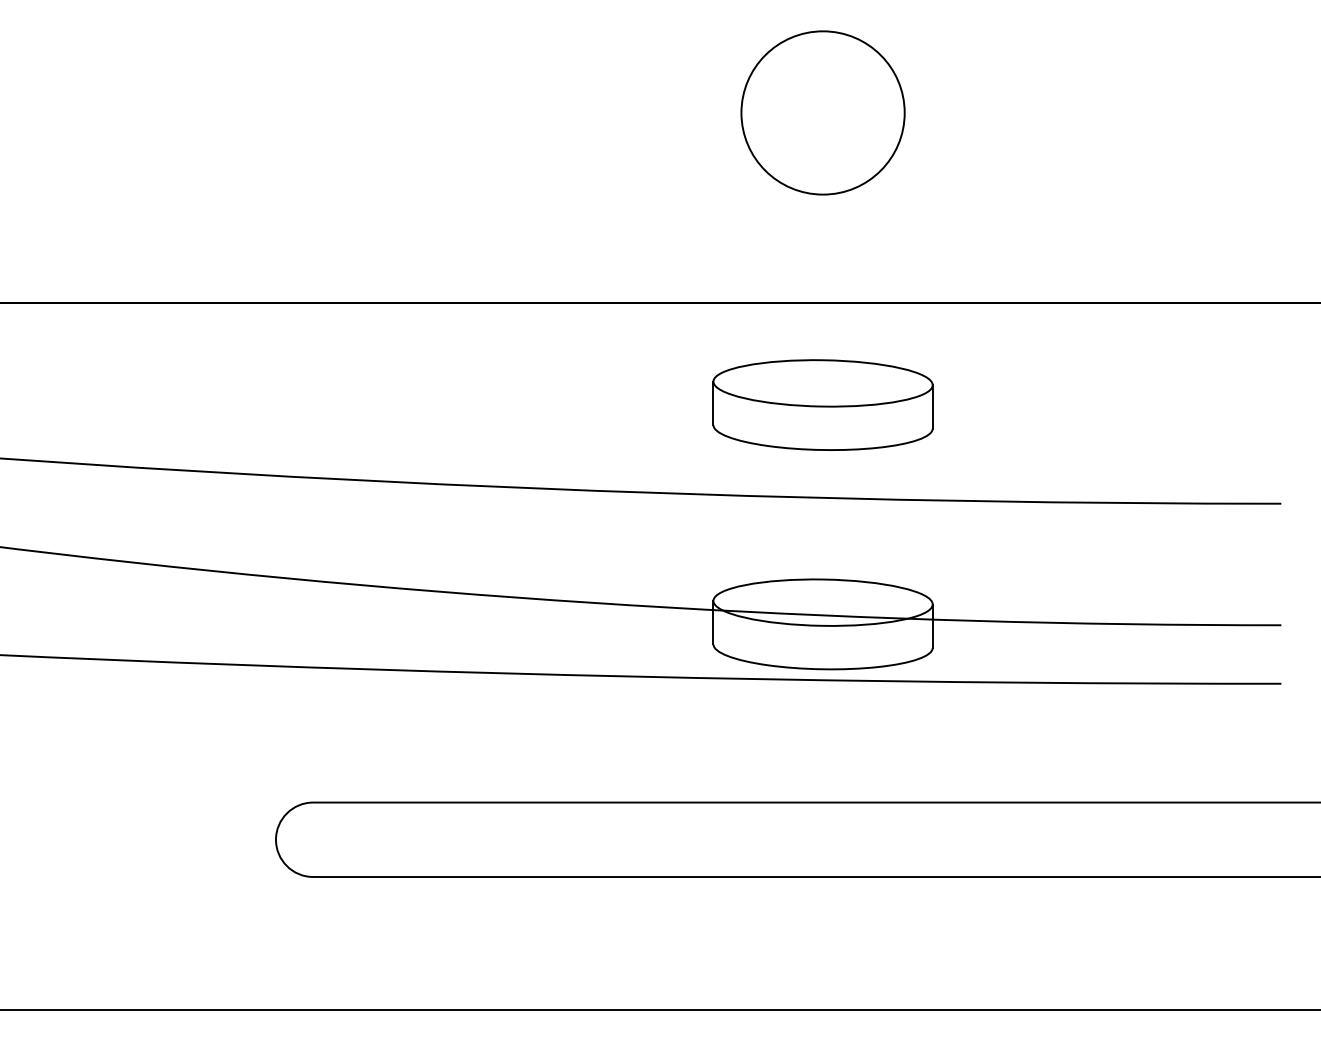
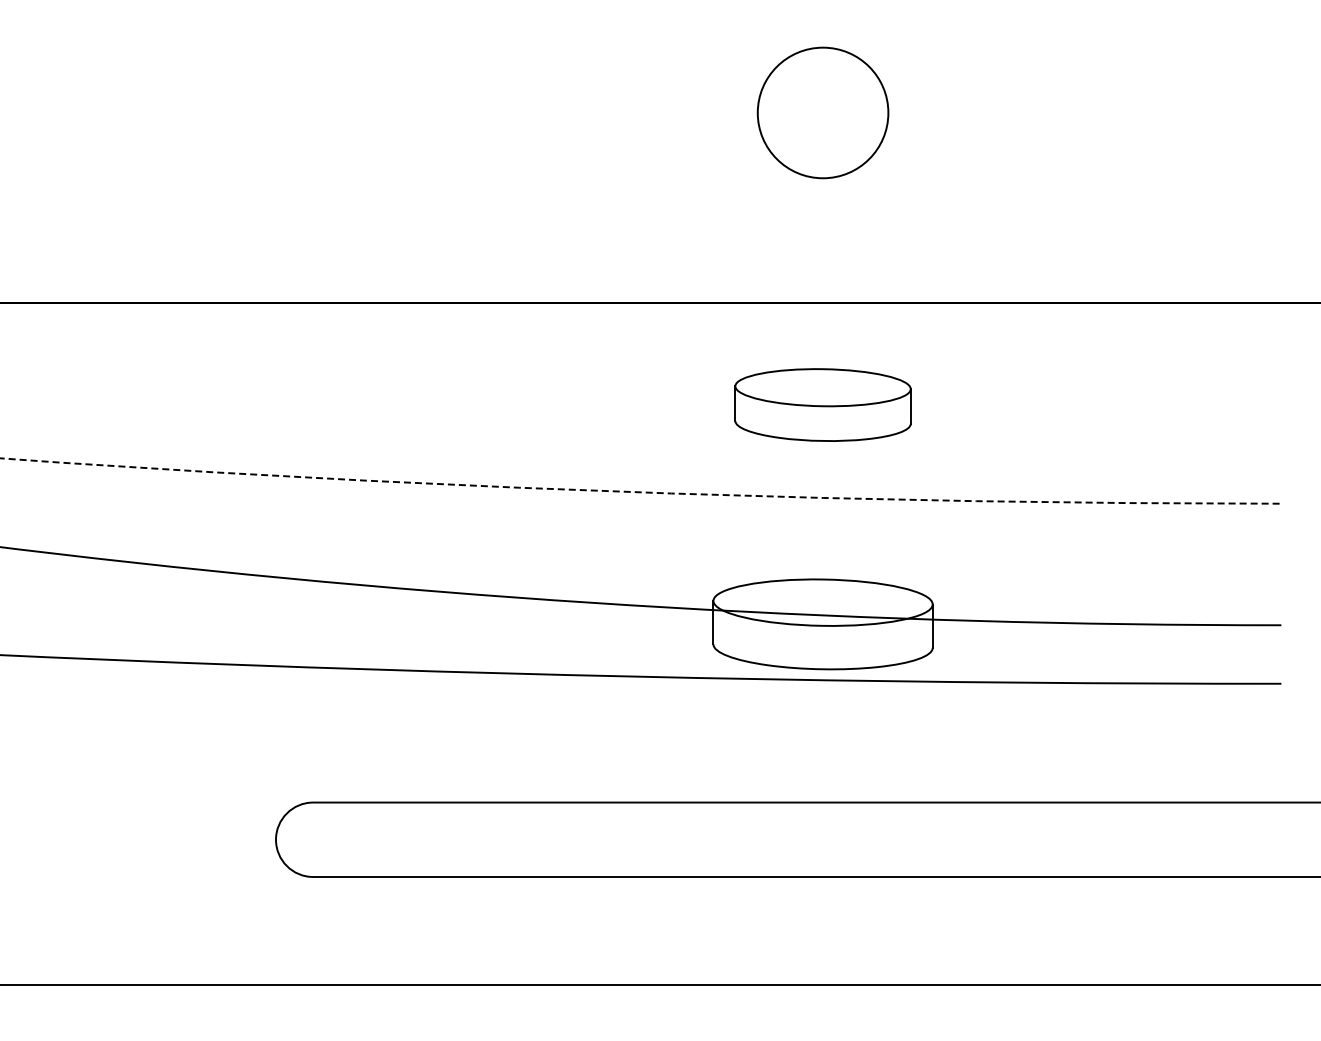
circle at (822, 112) diameter: 163 px -> 131 px
part at (822, 404) size: 222x92 px -> 178x74 px
arc at (640, 492): solid -> dashed
line at (659, 1009) position: (659, 1009) -> (659, 984)
